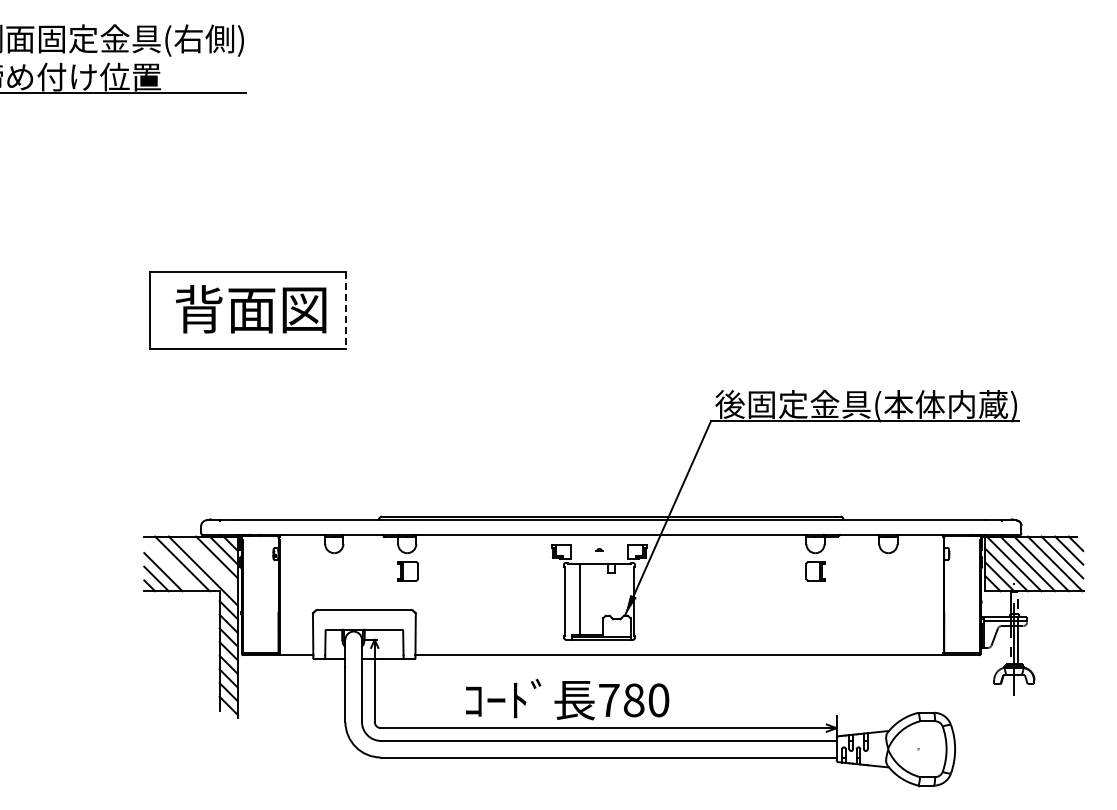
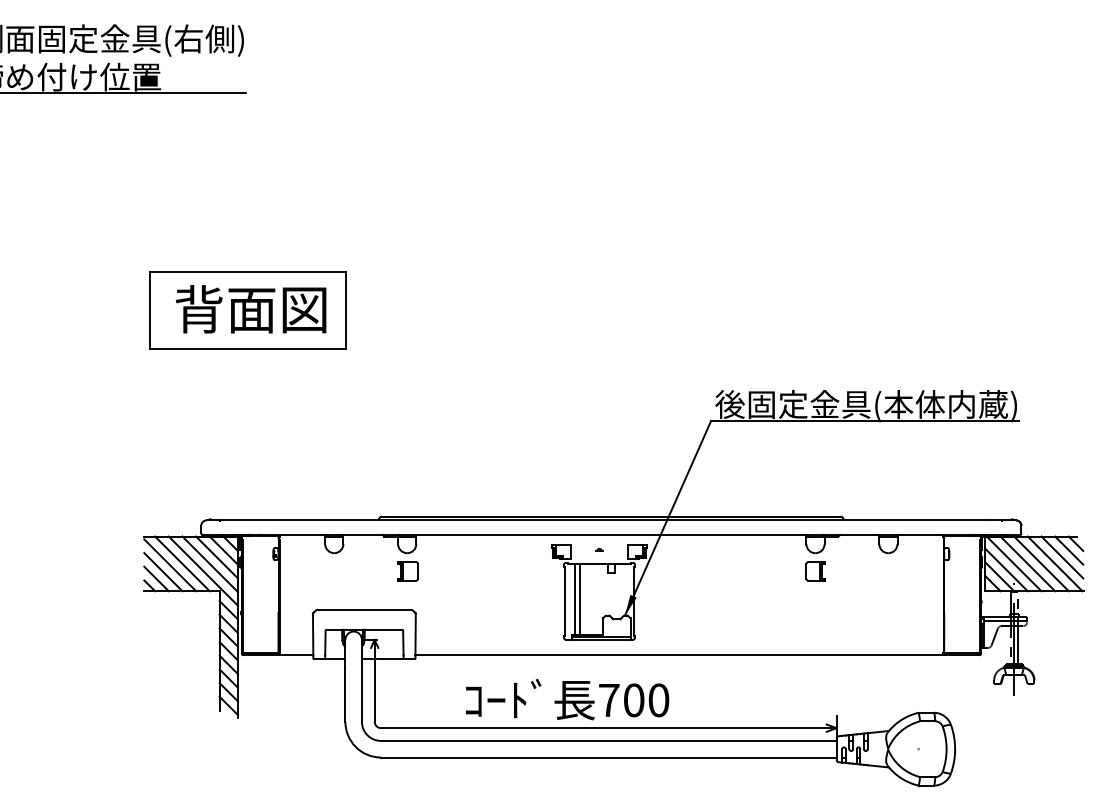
line at (346, 310): dashed -> solid
line at (209, 564): none -> present
line at (170, 565): none -> present
line at (574, 599): none -> present
text at (633, 700): 780 -> 700
